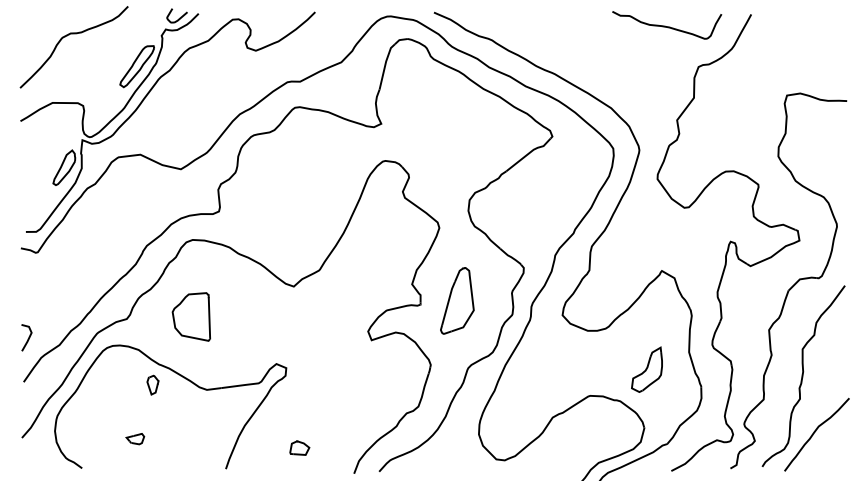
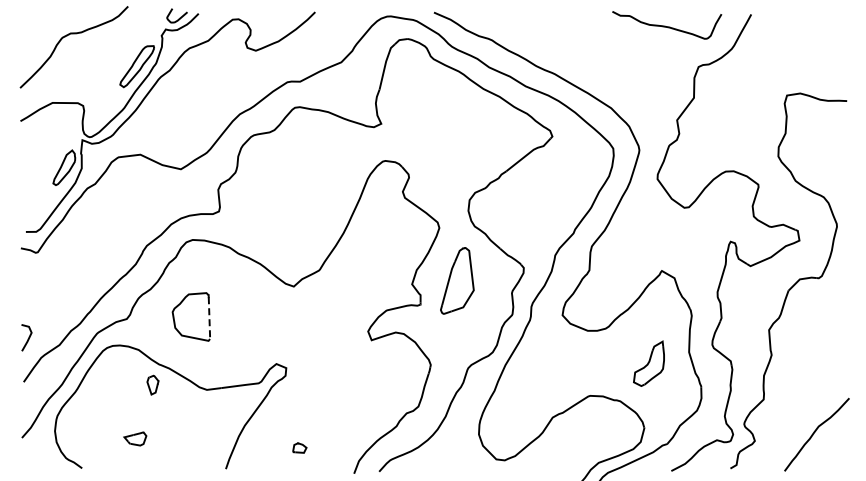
part at (457, 300) position: (457, 300) -> (457, 280)
line at (209, 319): solid -> dashed
part at (646, 369) position: (646, 369) -> (648, 363)
curve at (803, 375): present -> none
part at (135, 439) size: 21x13 px -> 25x16 px
part at (299, 447) size: 22x16 px -> 16x12 px
